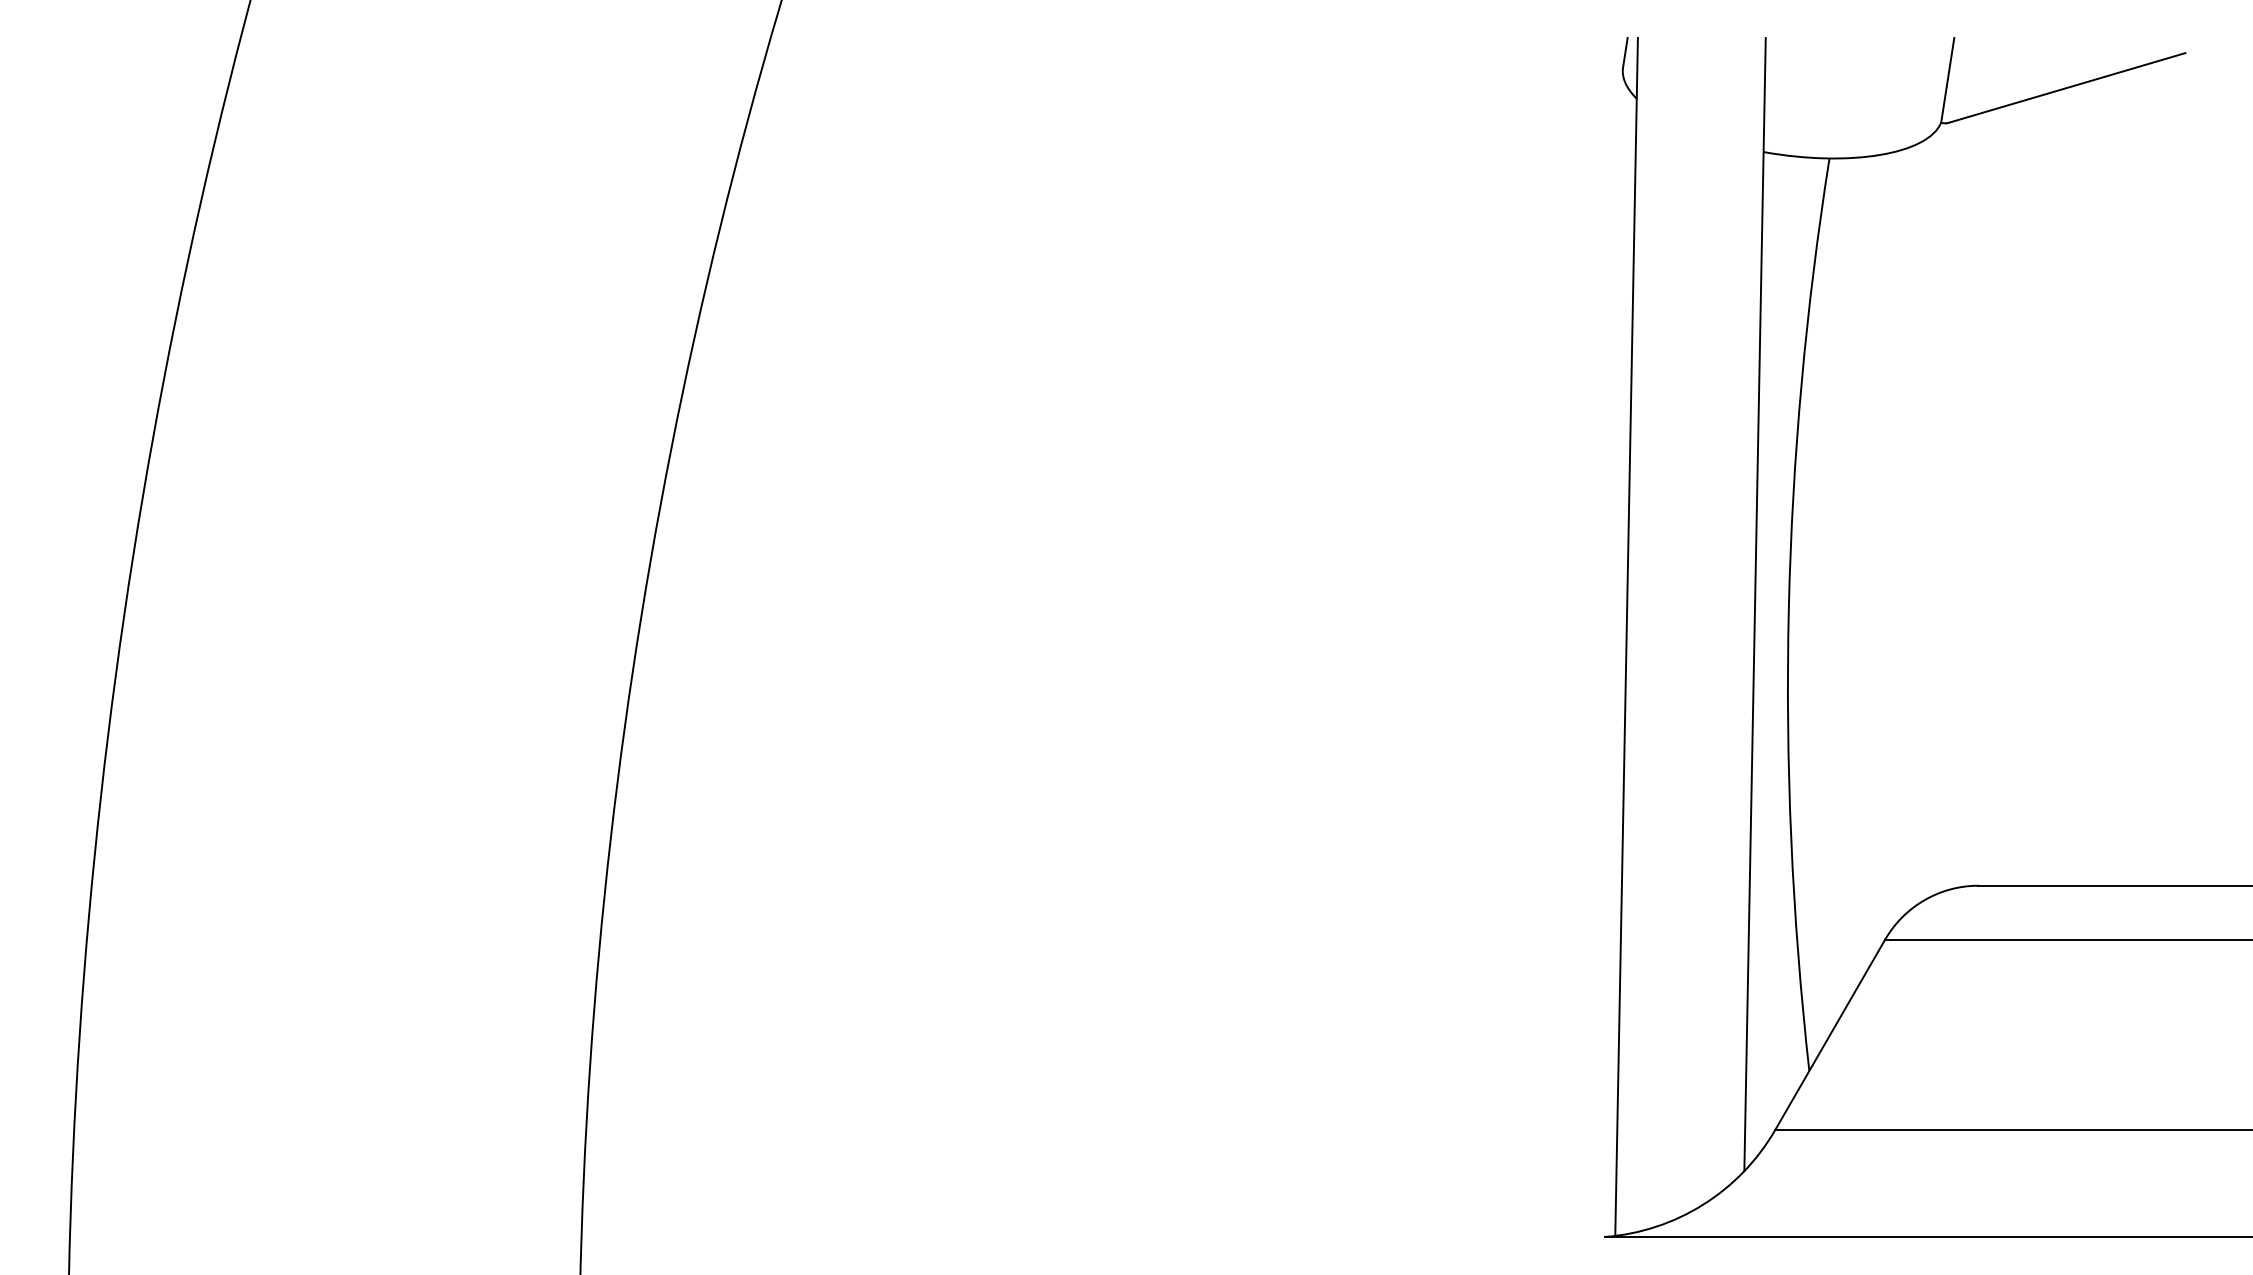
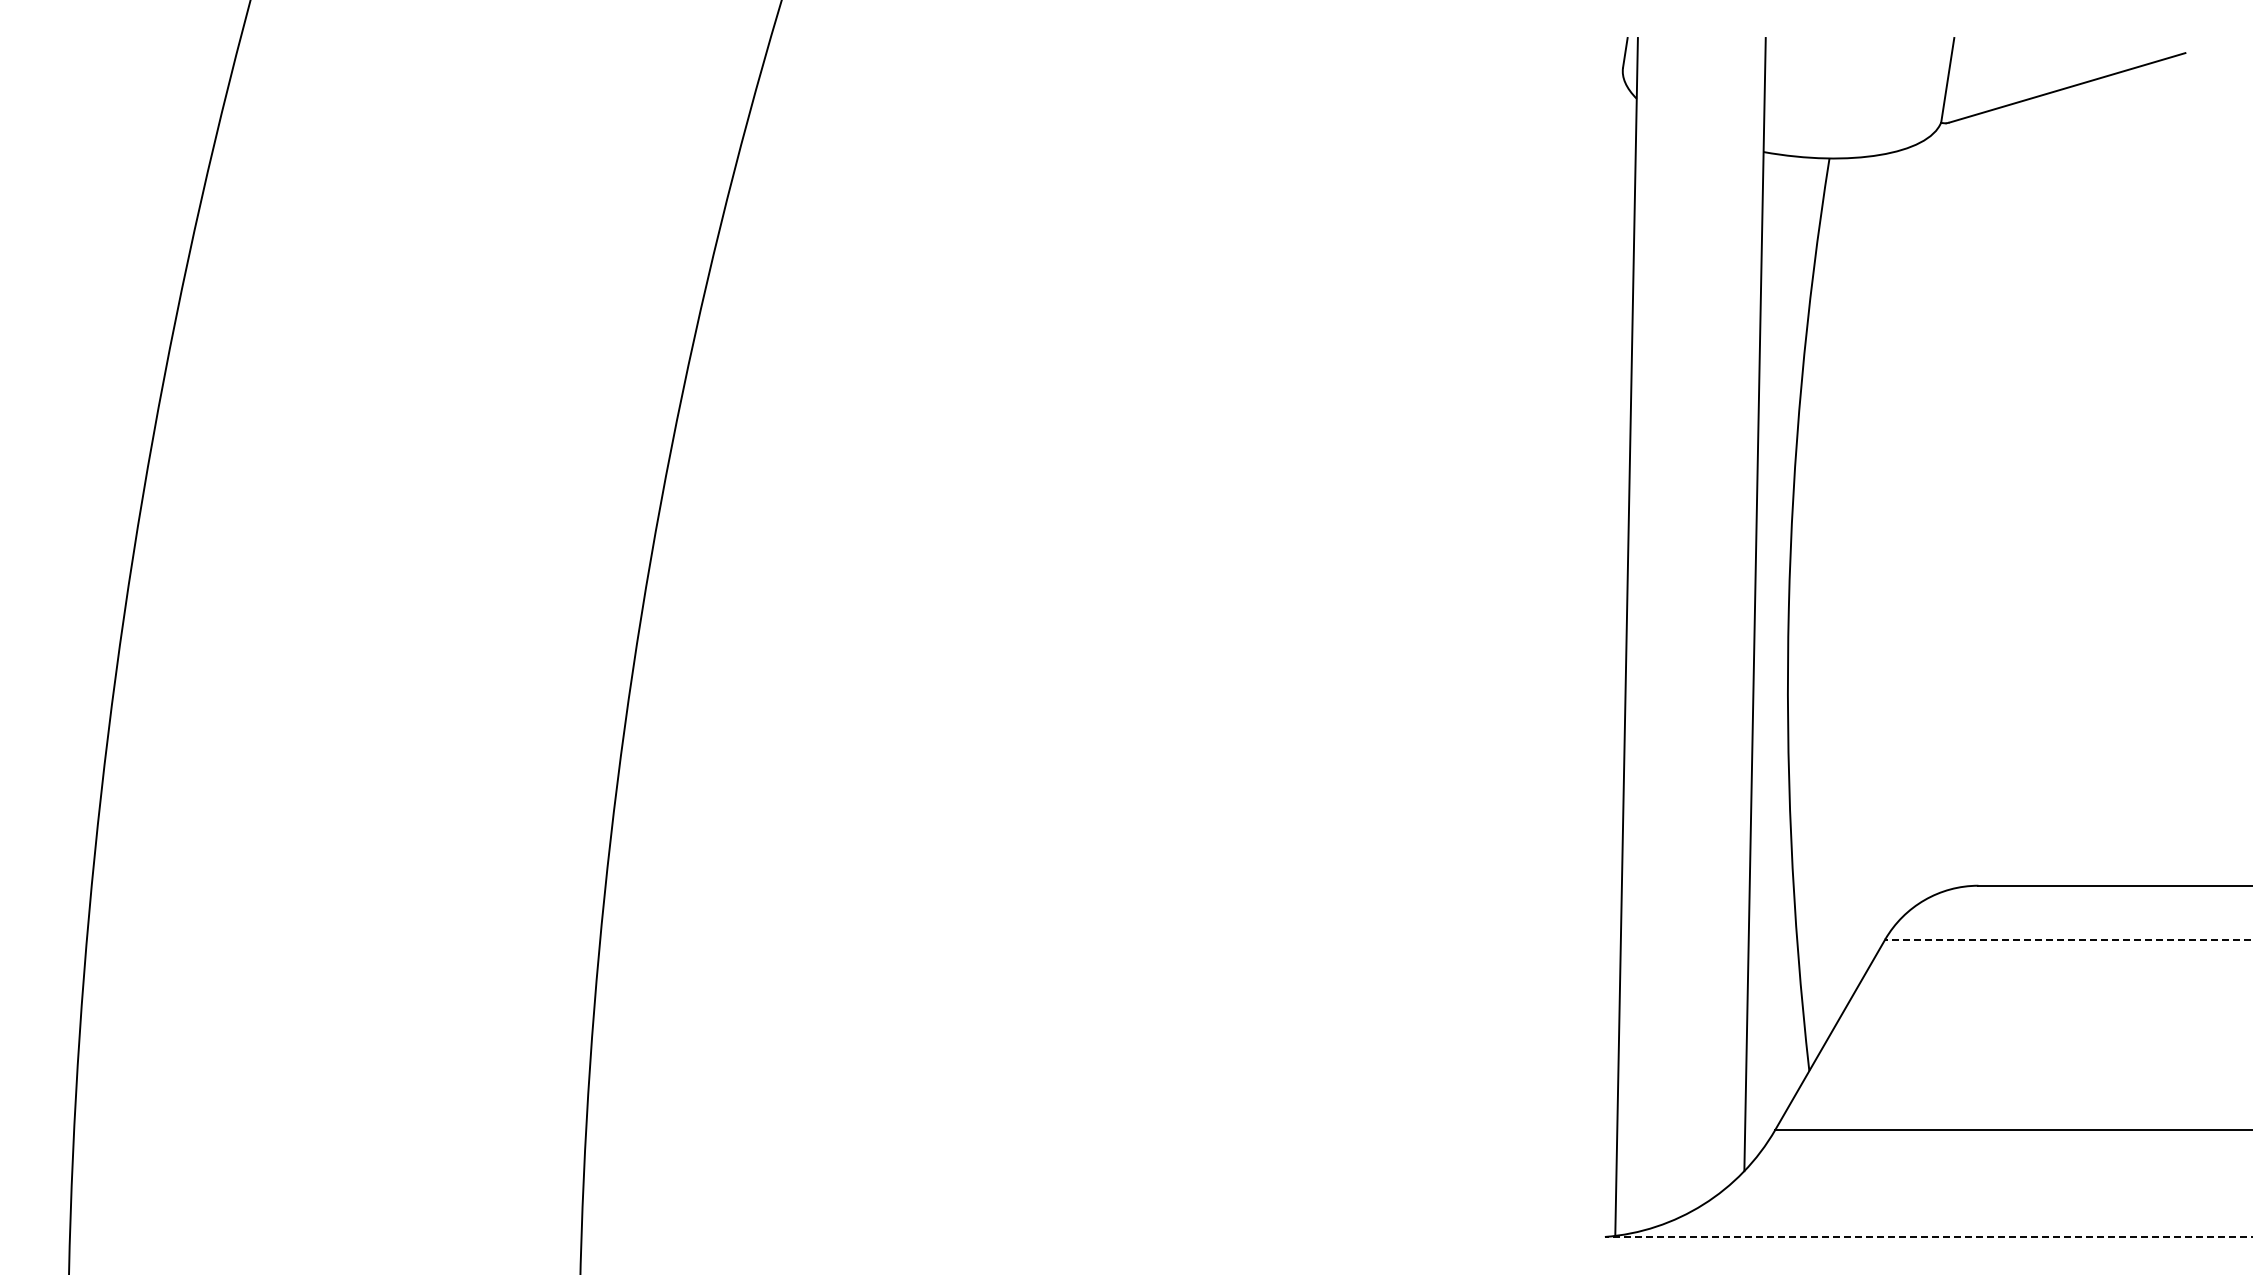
line at (2069, 939): solid -> dashed
line at (1928, 1236): solid -> dashed
